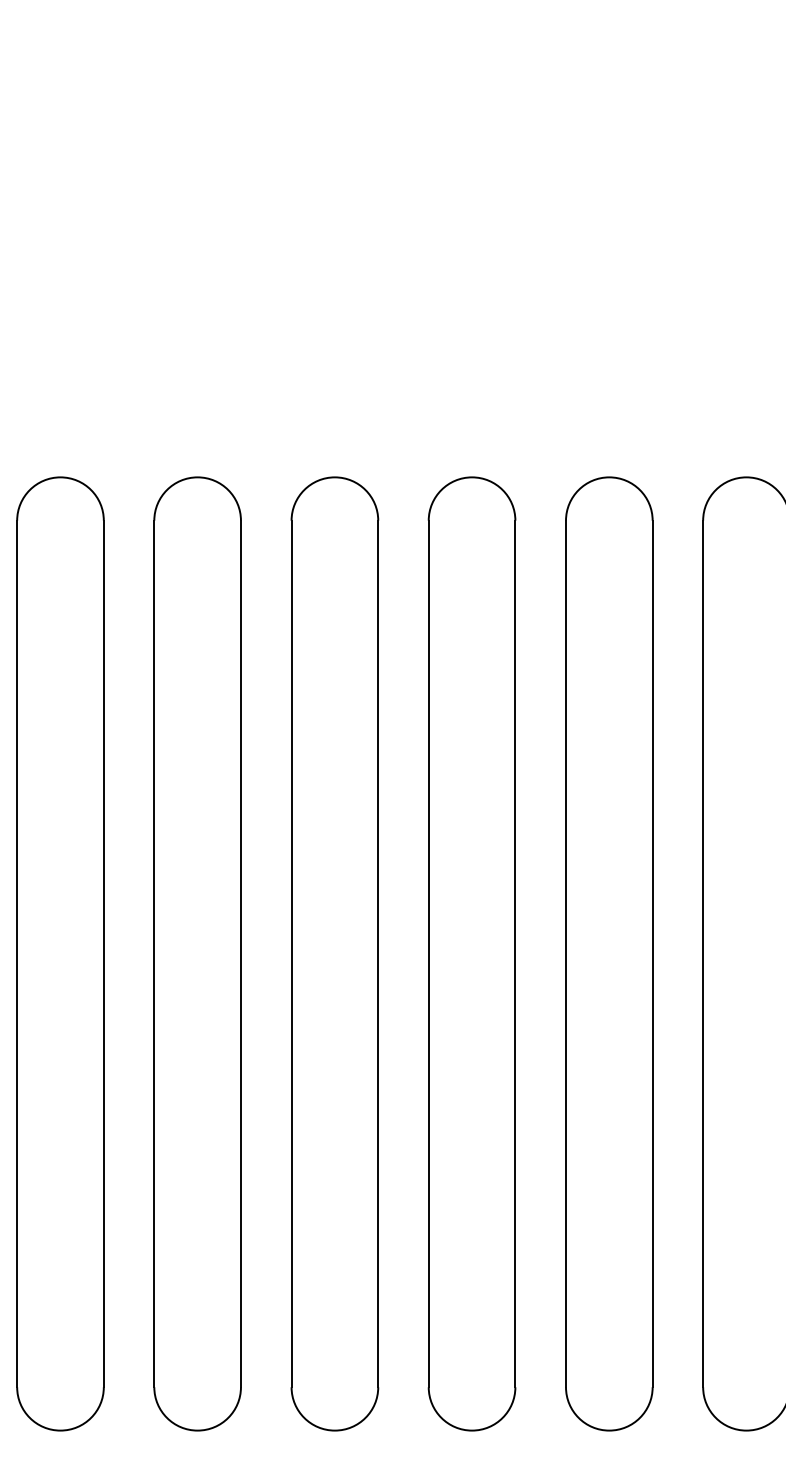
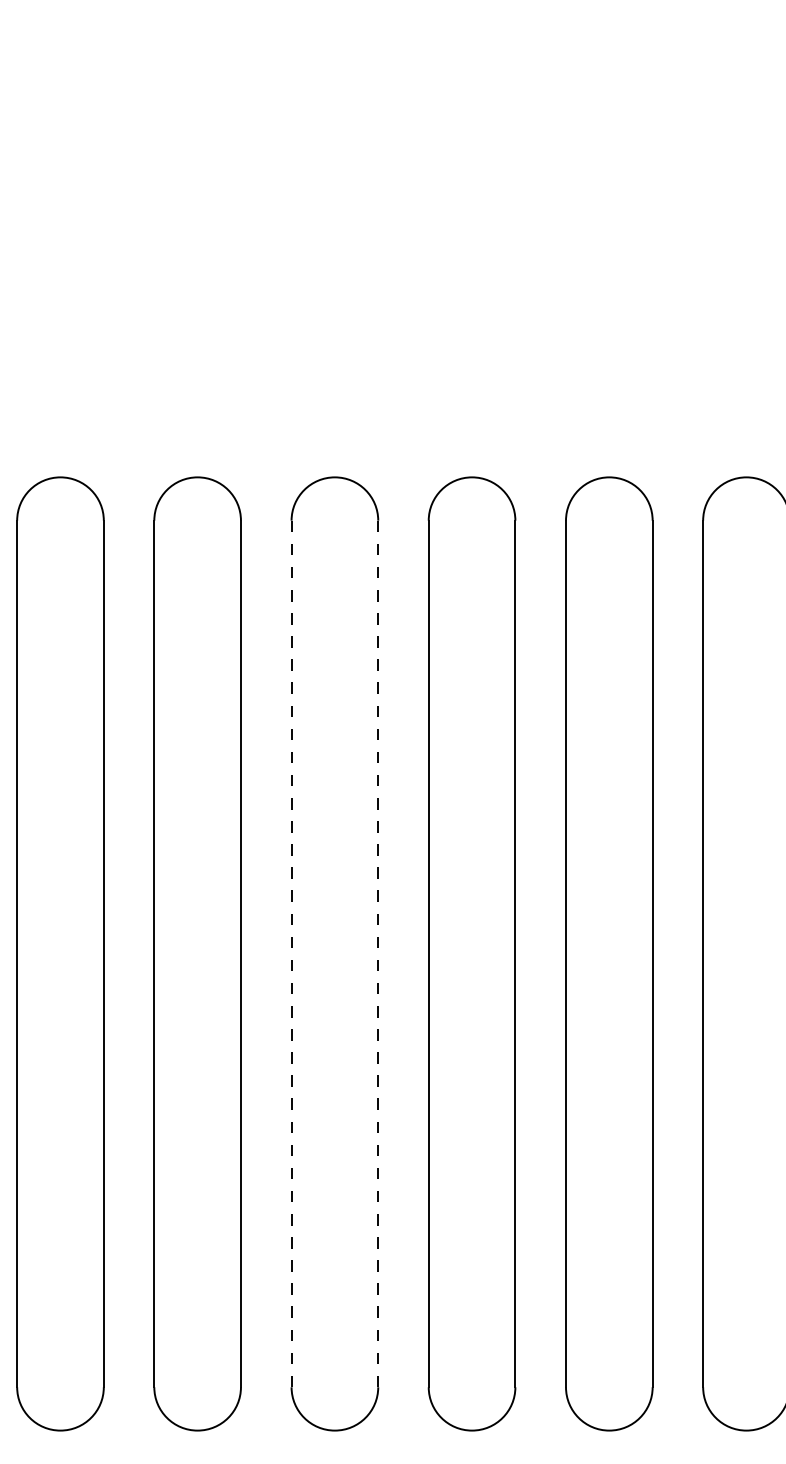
line at (378, 953): solid -> dashed
line at (291, 954): solid -> dashed
